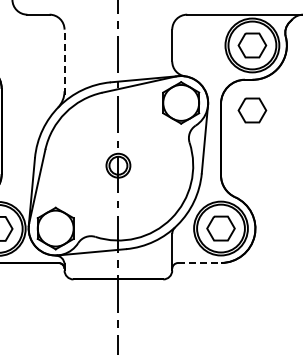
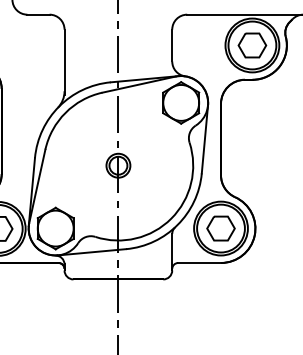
line at (64, 62): dashed -> solid
part at (252, 110): present -> none
line at (200, 262): dashed -> solid
